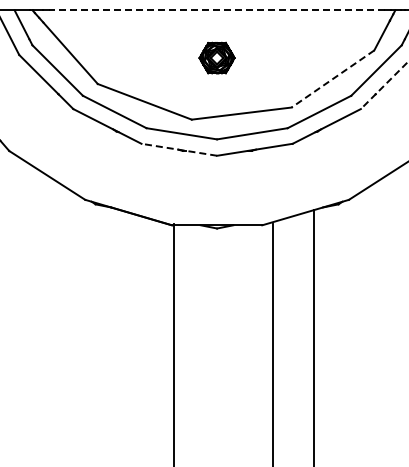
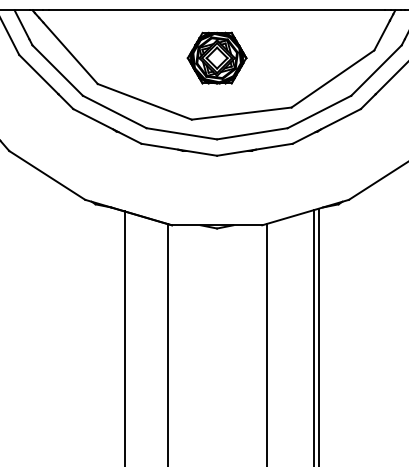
line at (216, 10): dashed -> solid
part at (216, 57) size: 38x34 px -> 62x54 px
line at (332, 79): dashed -> solid
line at (384, 85): dashed -> solid
line at (178, 149): dashed -> solid
line at (319, 335): none -> present
line at (124, 337): none -> present
line at (173, 343) position: (173, 343) -> (167, 343)
line at (273, 343) position: (273, 343) -> (267, 343)
